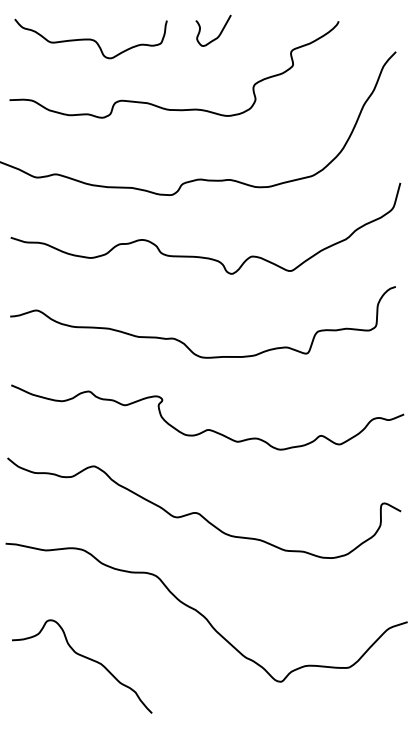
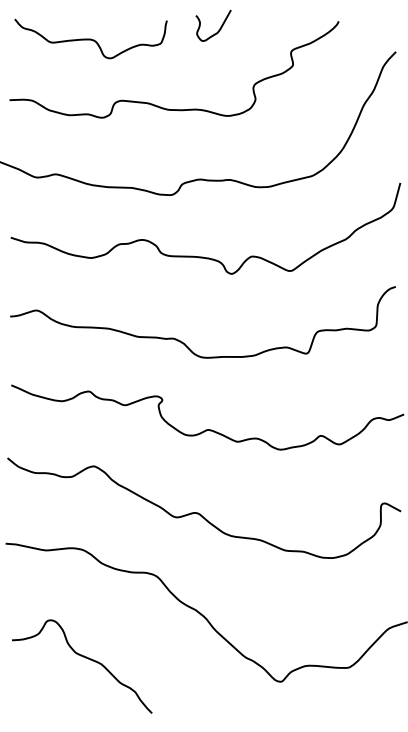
curve at (219, 33) position: (219, 33) -> (219, 28)
